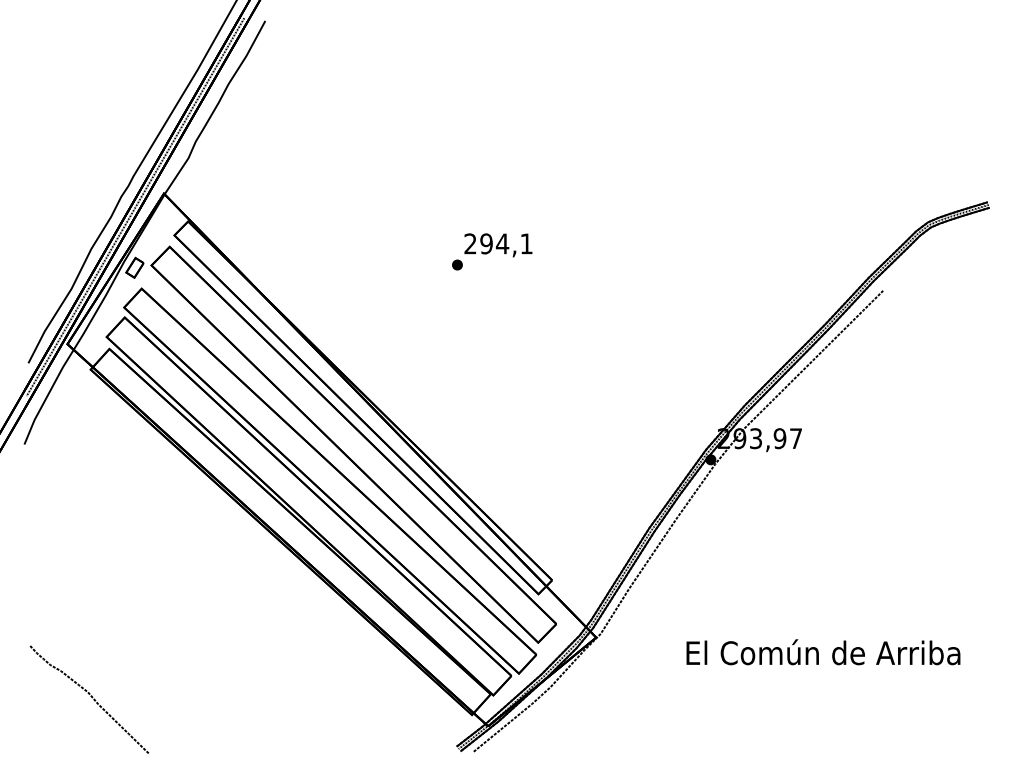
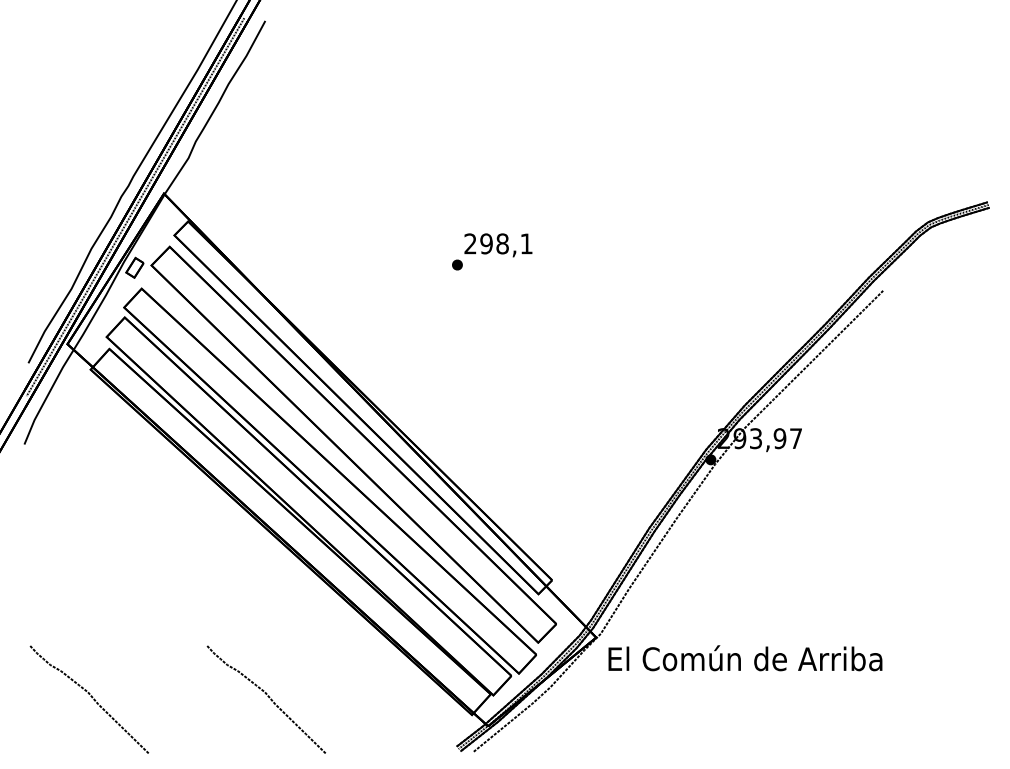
text at (502, 243): 294,1 -> 298,1
text at (823, 652) position: (823, 652) -> (745, 658)
curve at (268, 697): none -> present
